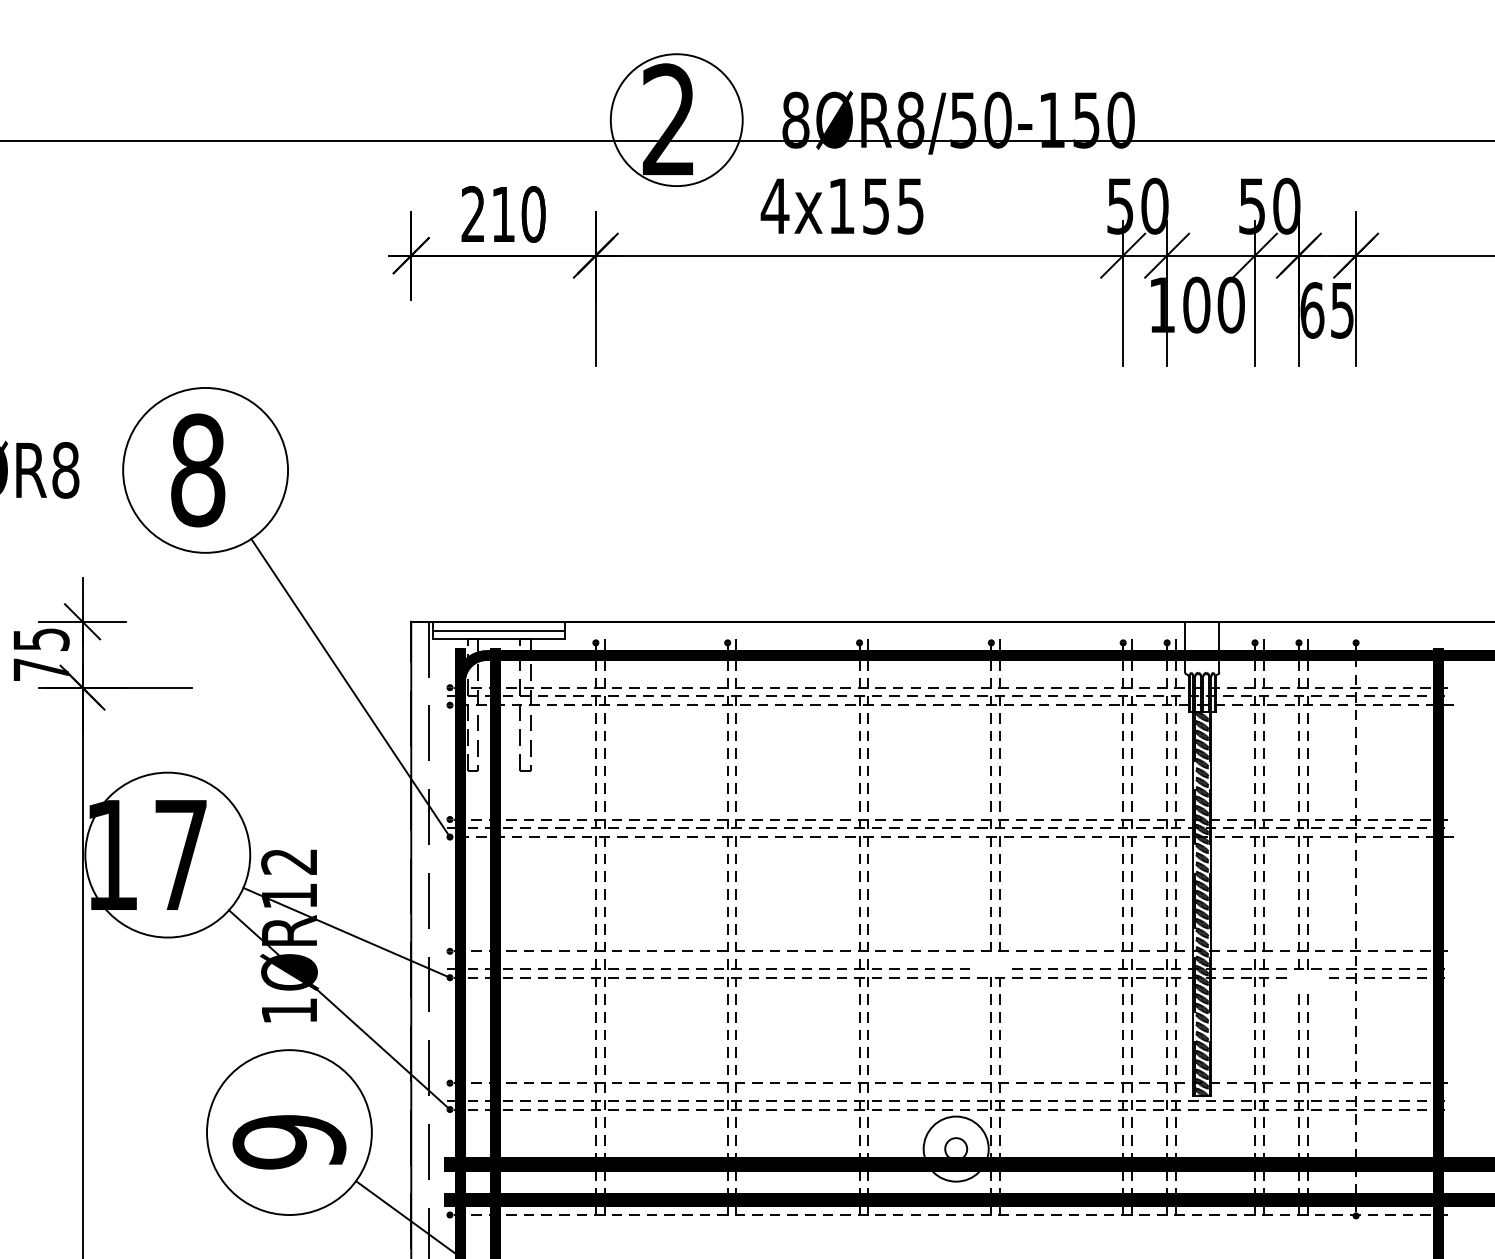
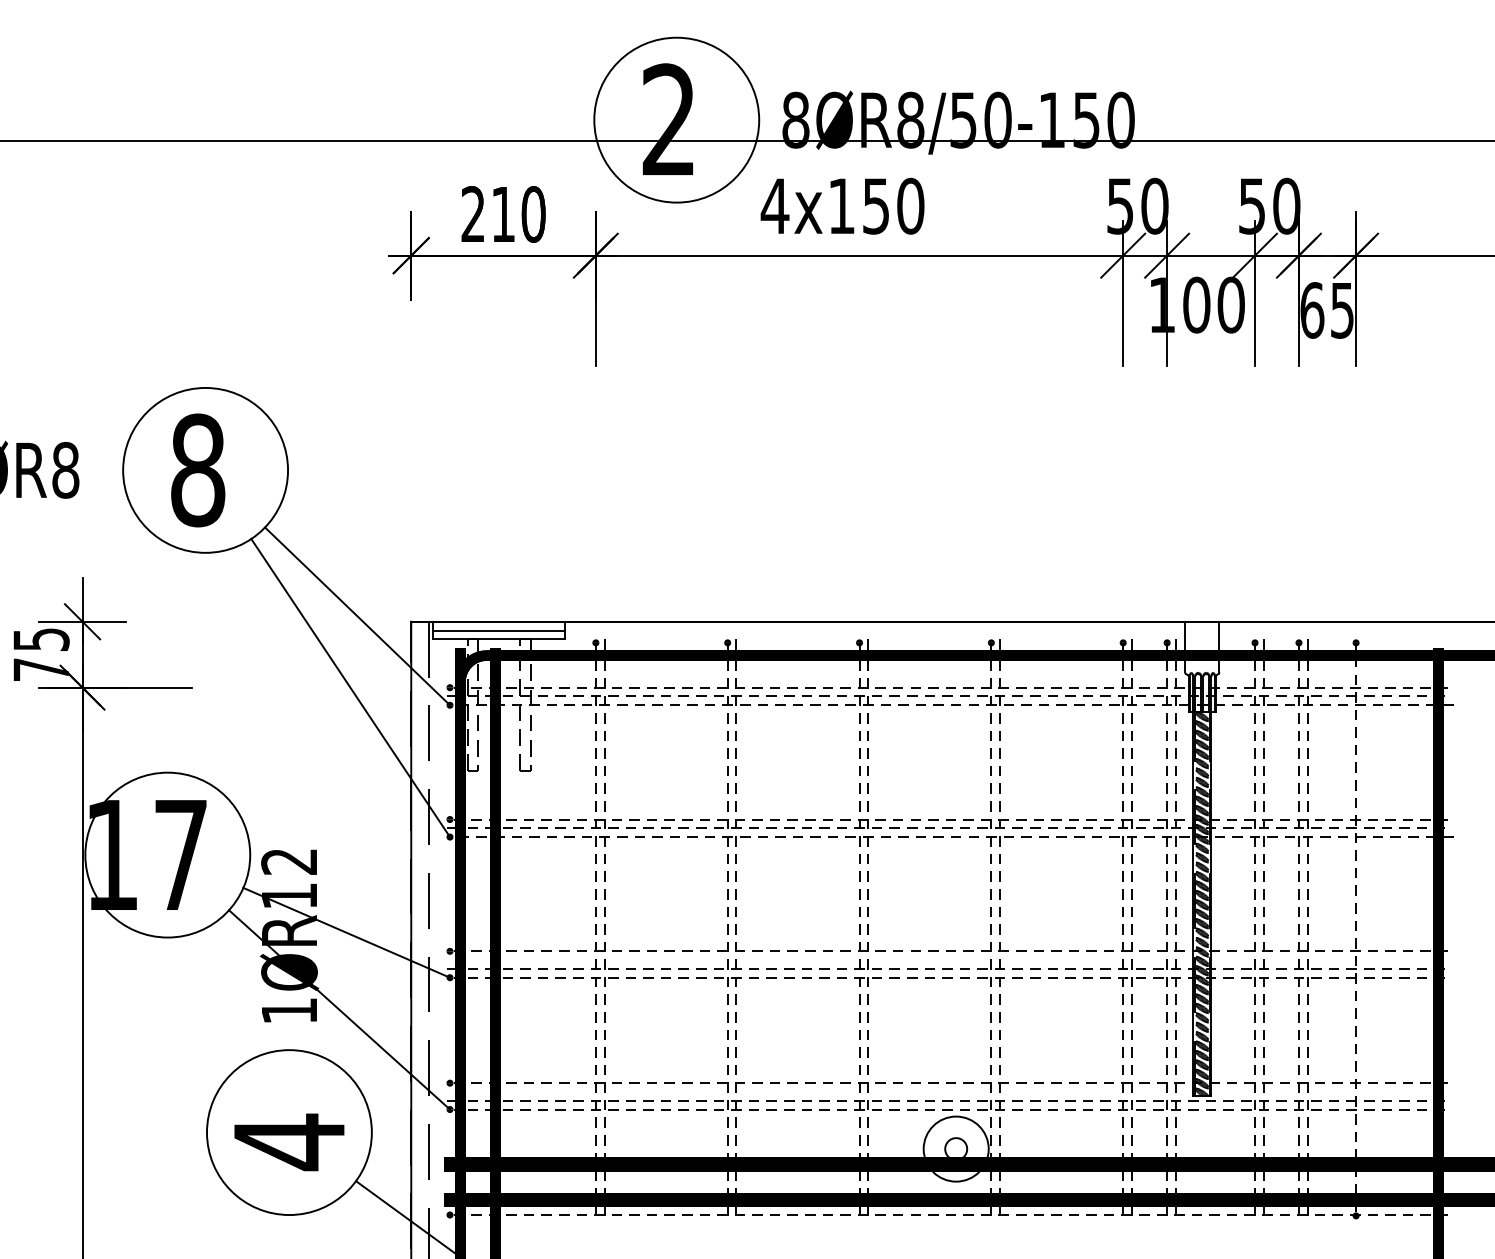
circle at (676, 120) diameter: 132 px -> 165 px
text at (910, 205): 4x155 -> 4x150
line at (357, 616): none -> present
part at (990, 964): none -> present
part at (1307, 981): none -> present
text at (289, 1142): 9 -> 4
